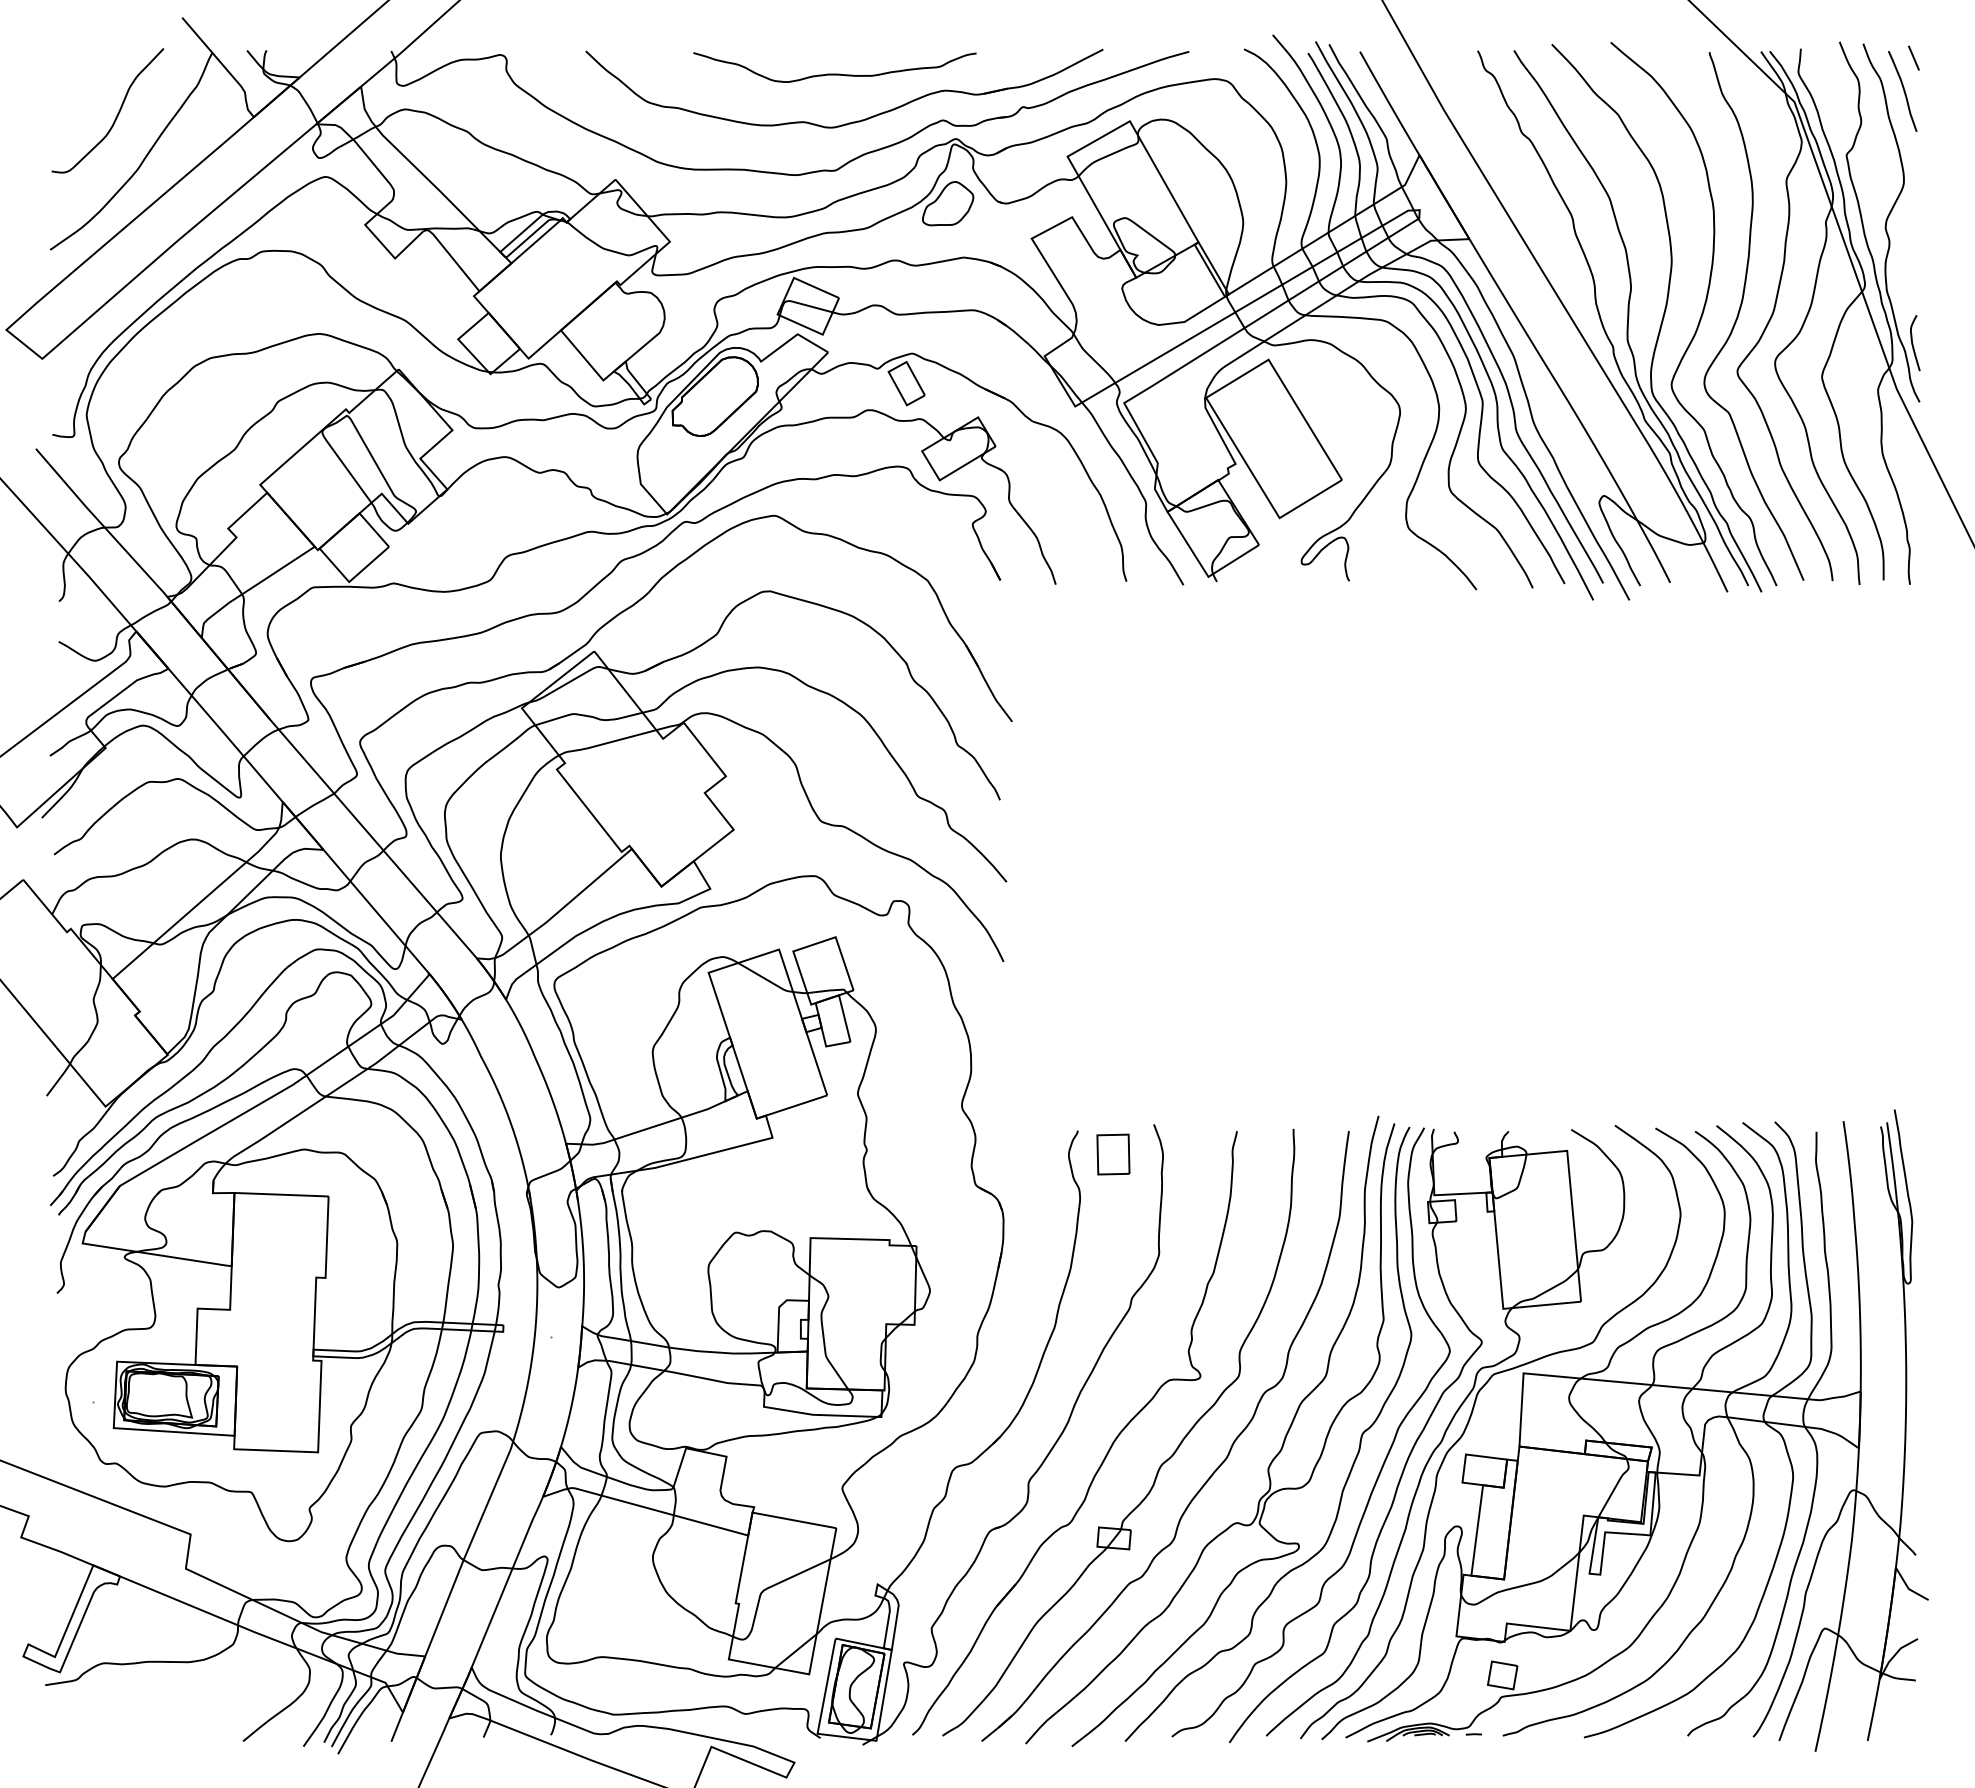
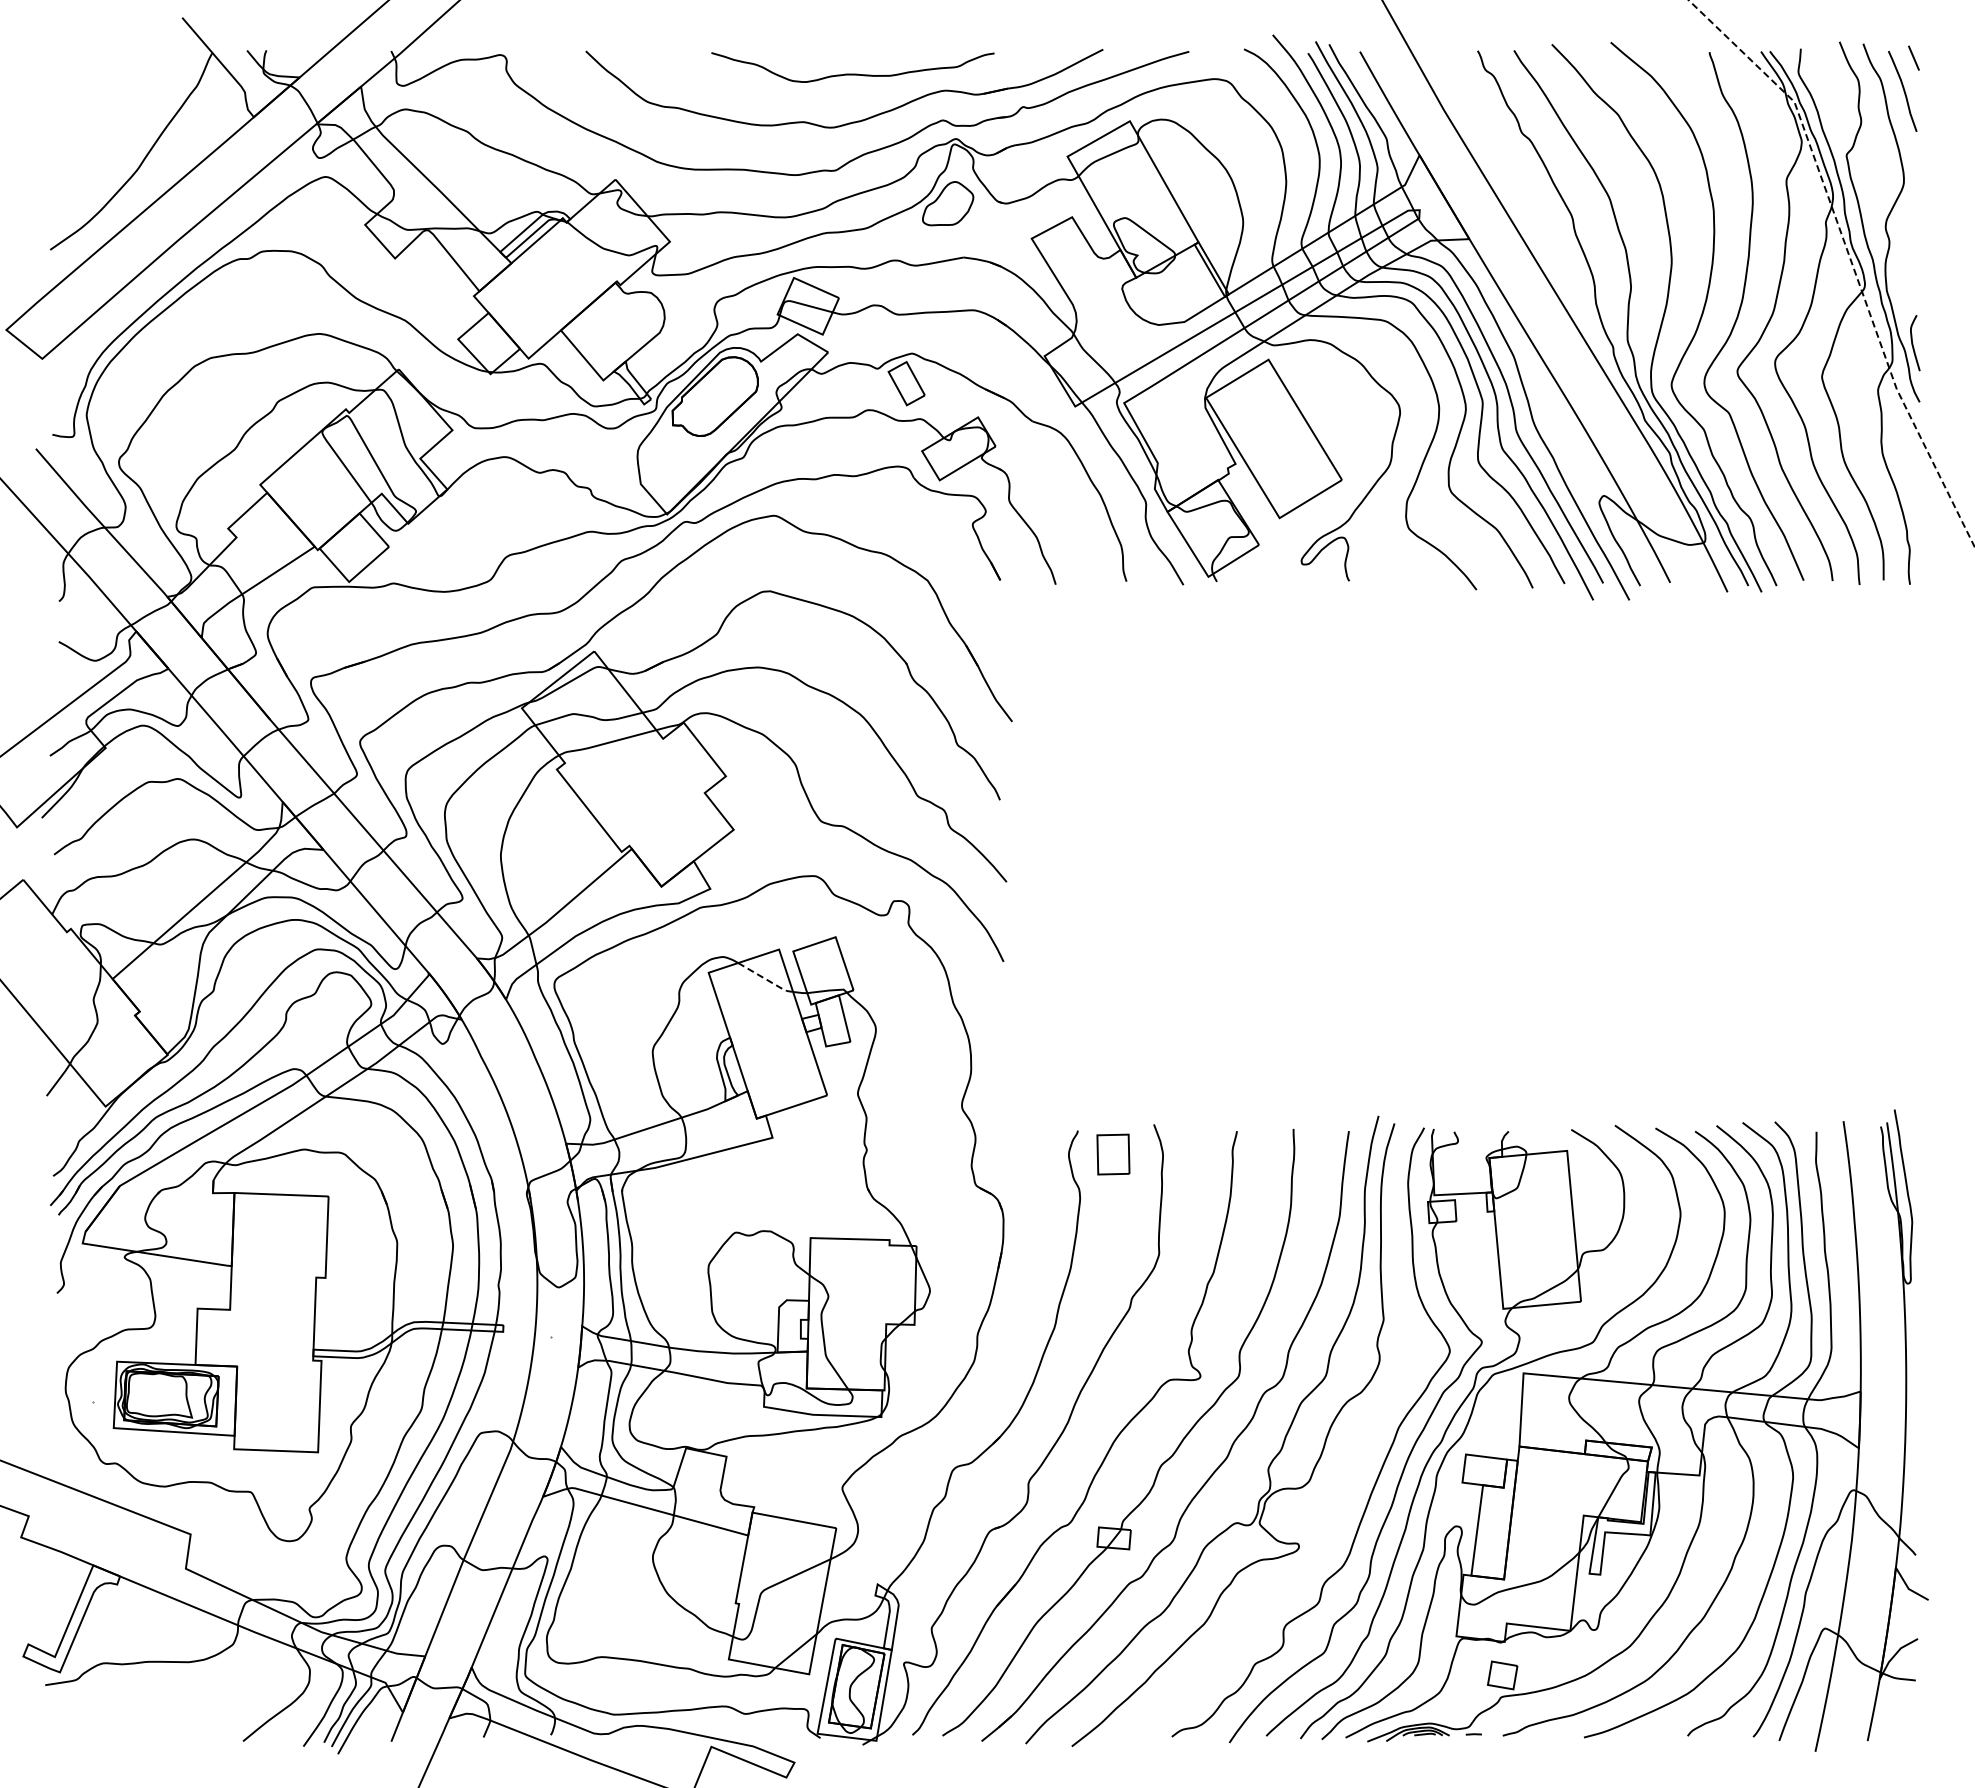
curve at (834, 73) position: (834, 73) -> (852, 73)
curve at (116, 115): present -> none
line at (1850, 259): solid -> dashed
line at (766, 979): solid -> dashed
curve at (1350, 1468): present -> none
